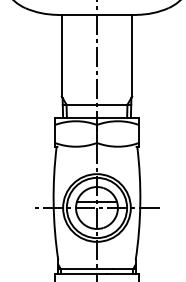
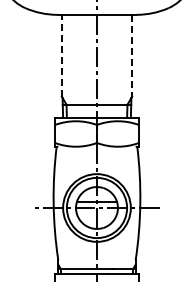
line at (61, 55): solid -> dashed
line at (132, 55): solid -> dashed
